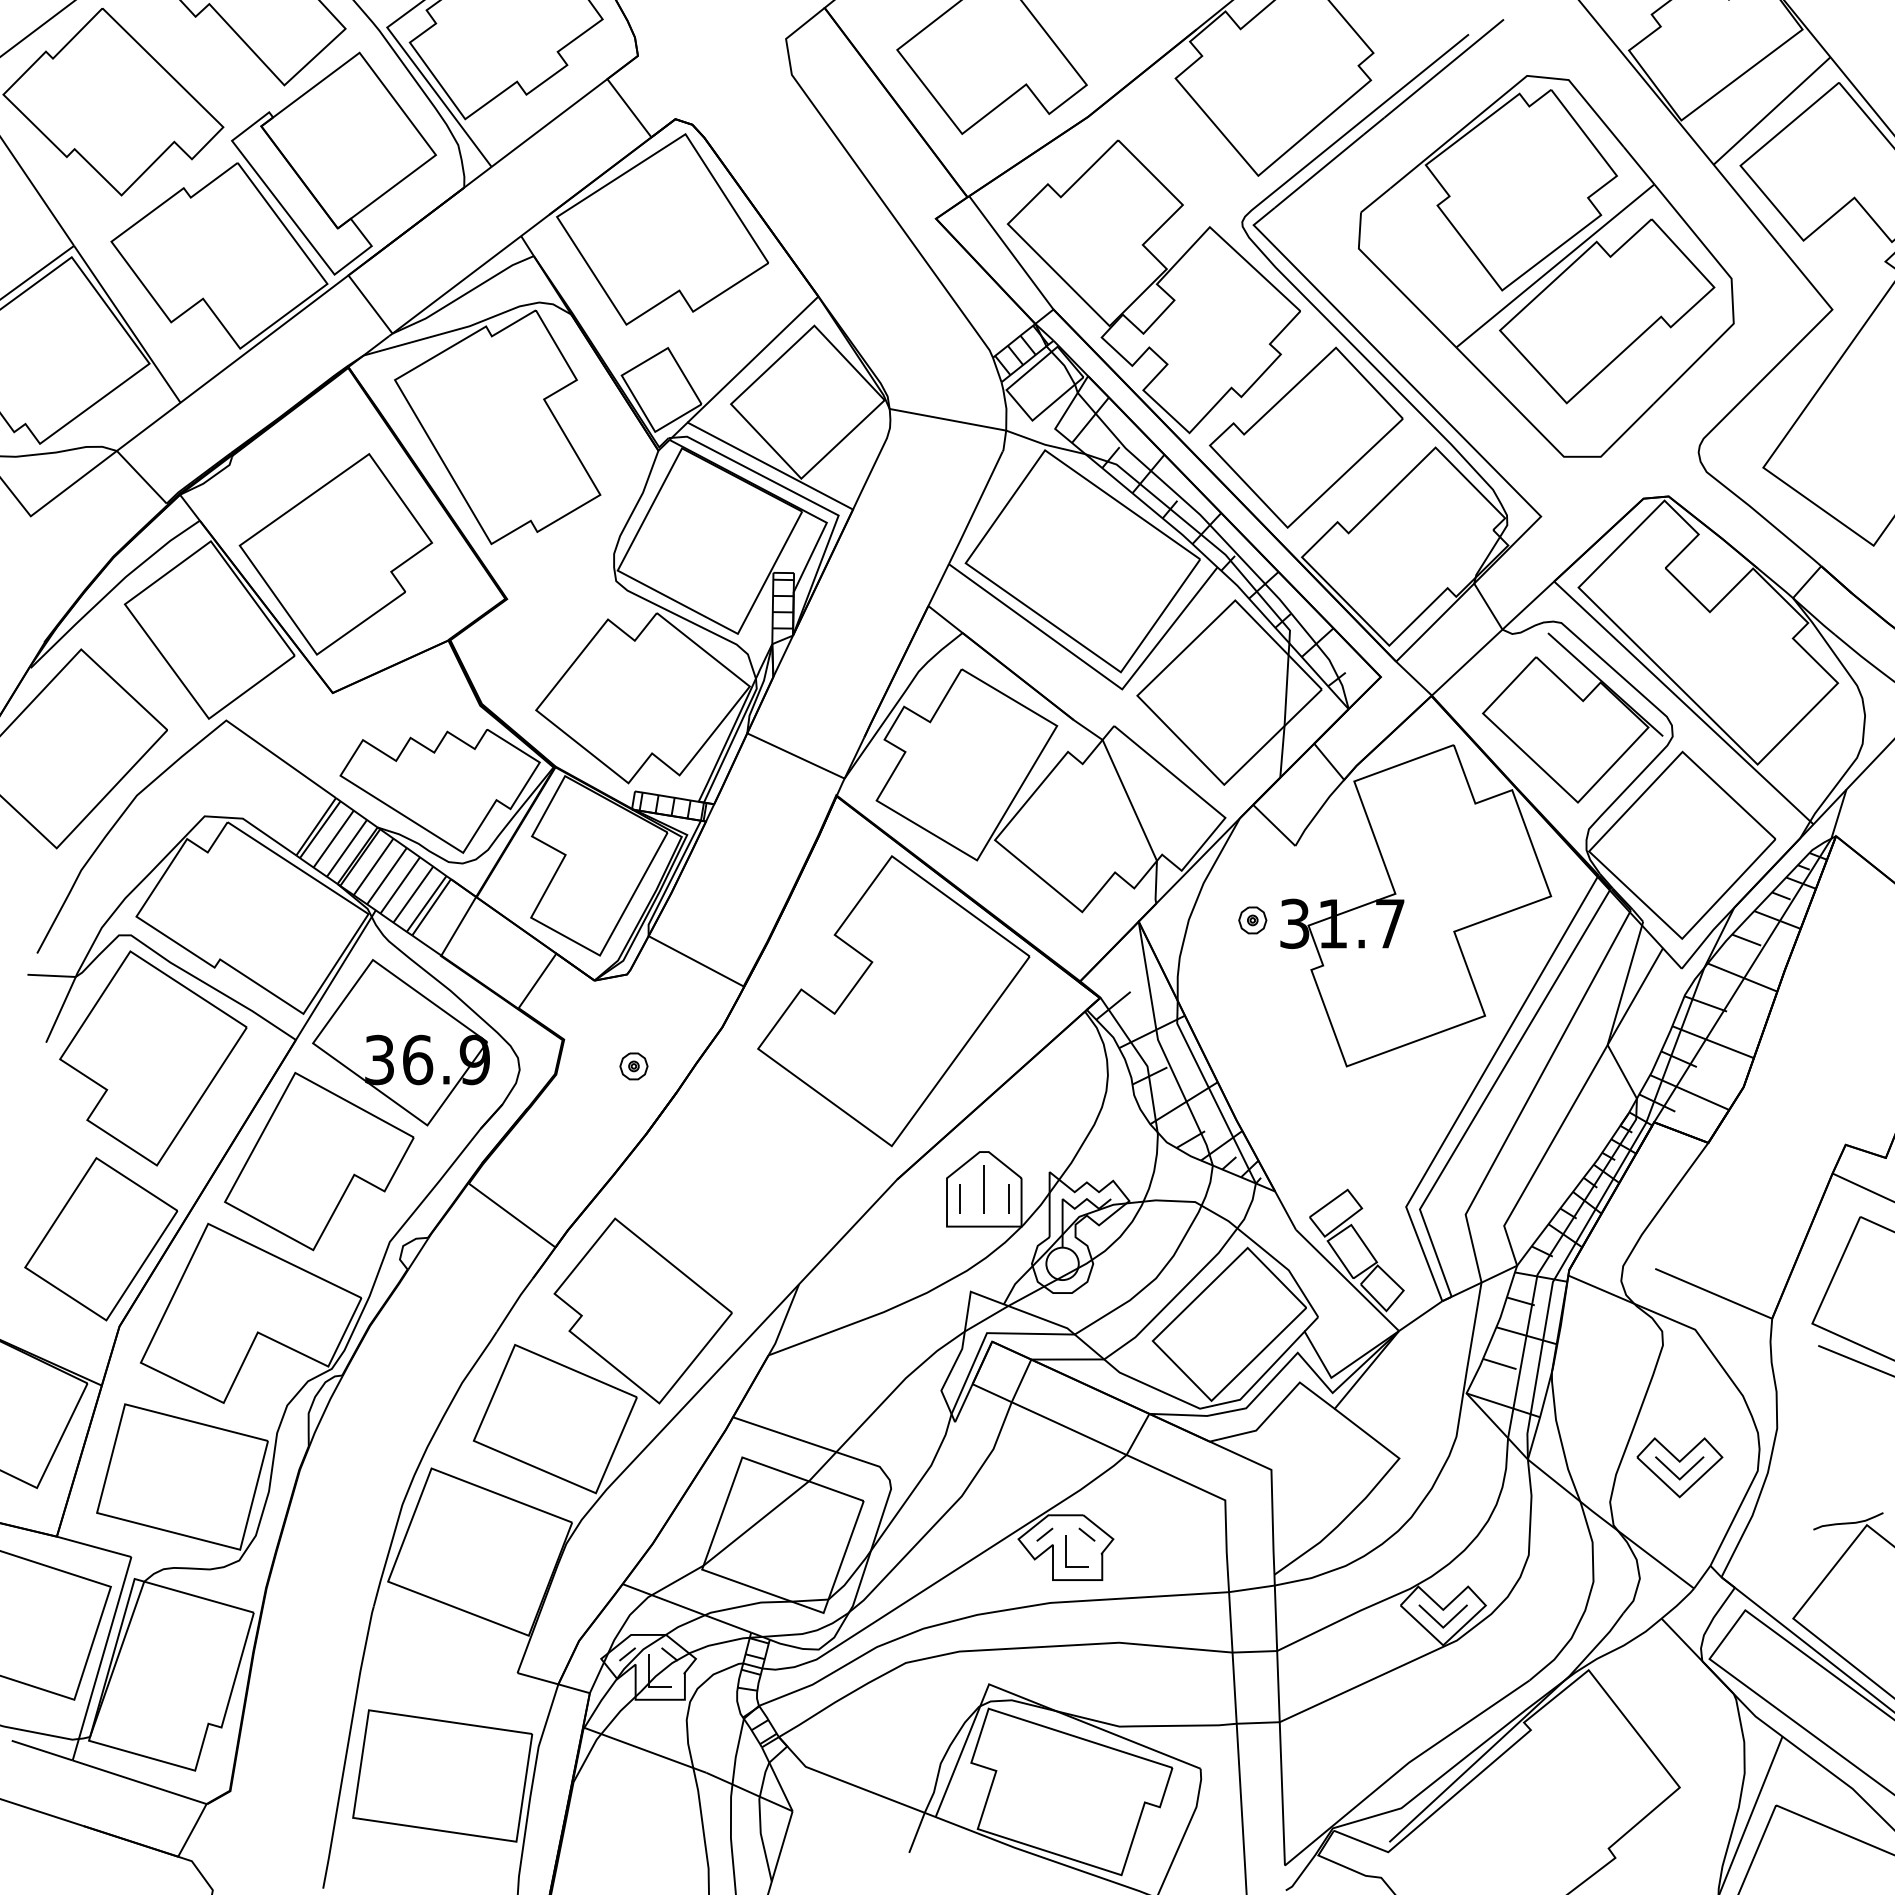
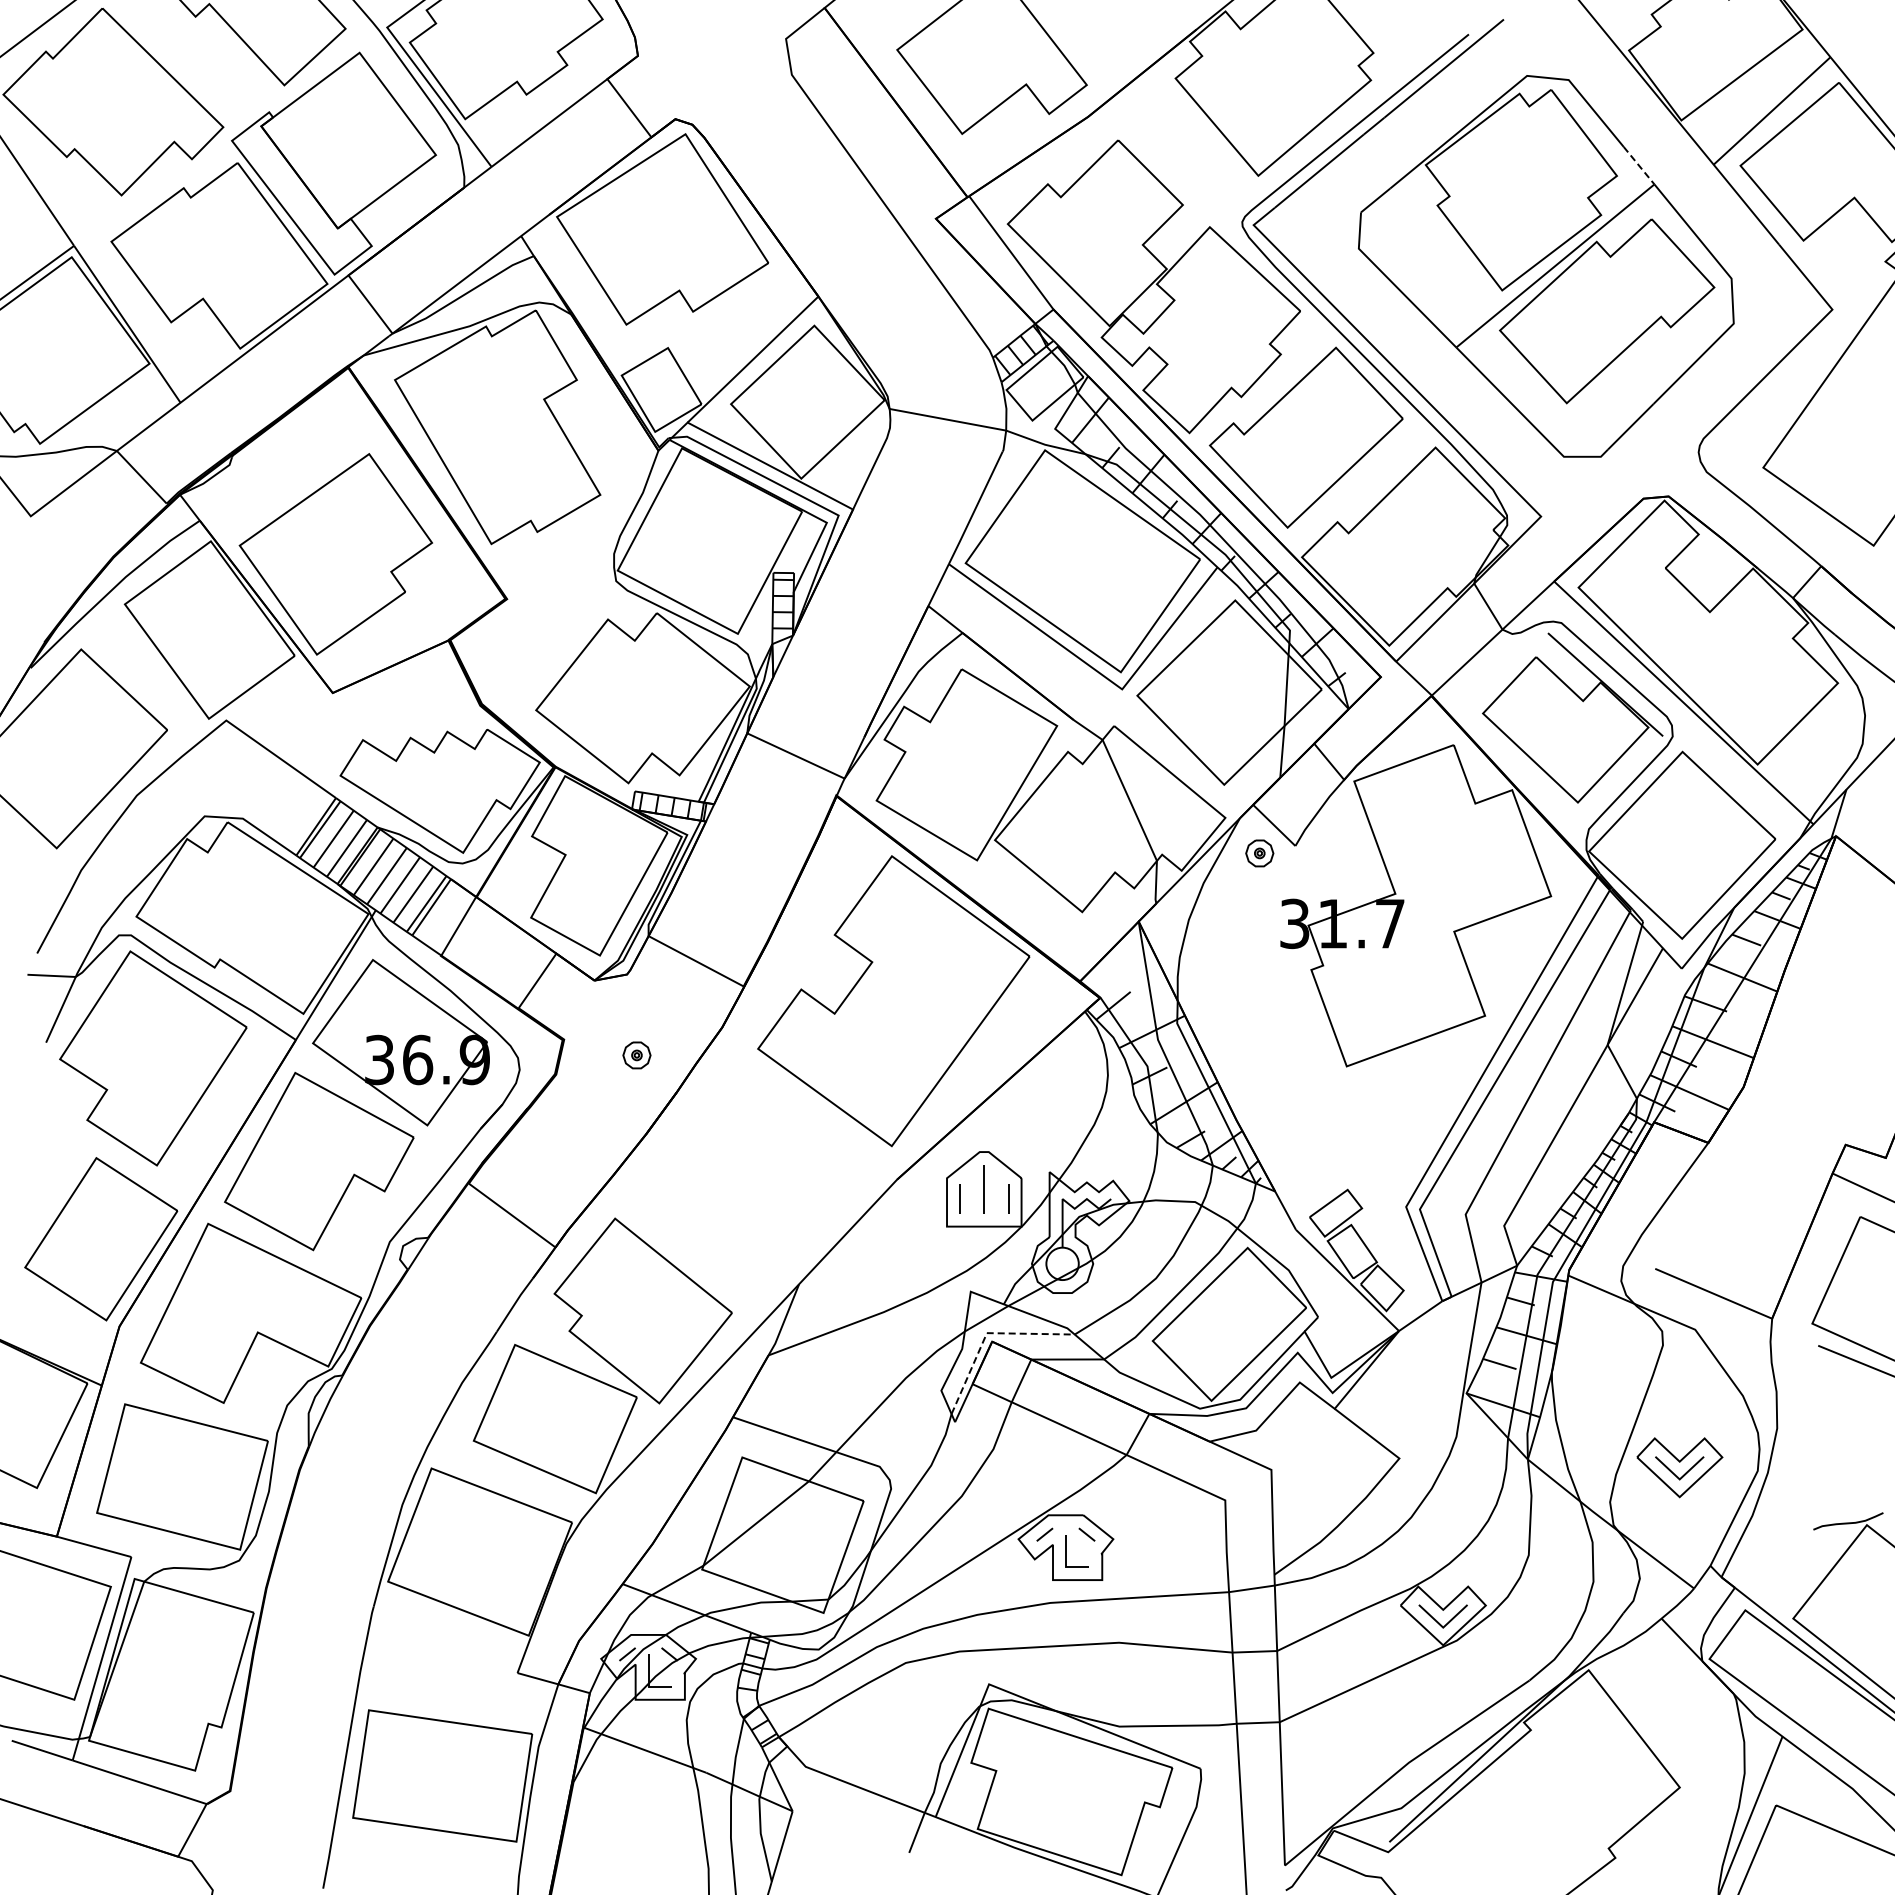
line at (1639, 166): solid -> dashed
part at (1252, 920) position: (1252, 920) -> (1259, 853)
part at (633, 1066) position: (633, 1066) -> (636, 1055)
line at (987, 1333): solid -> dashed
